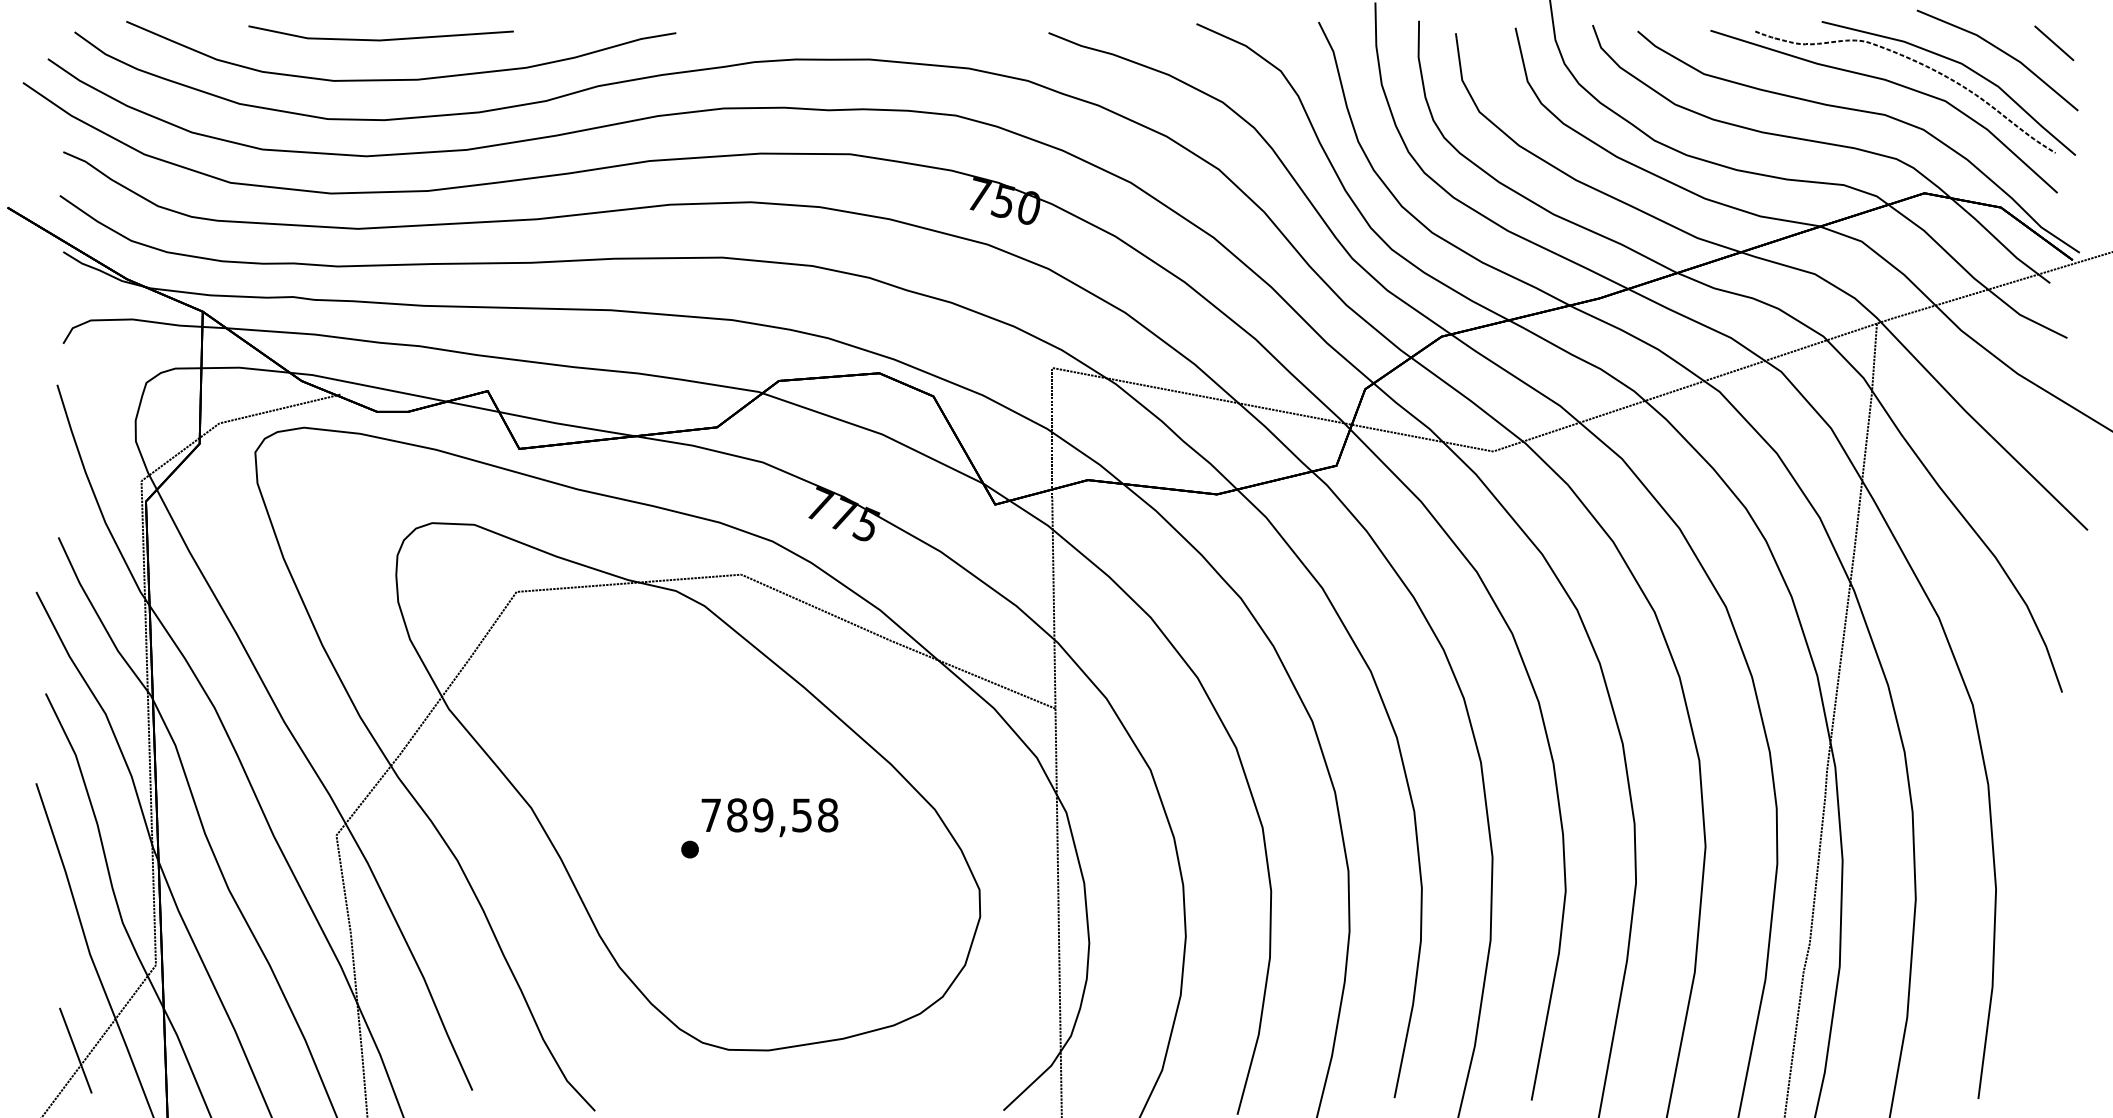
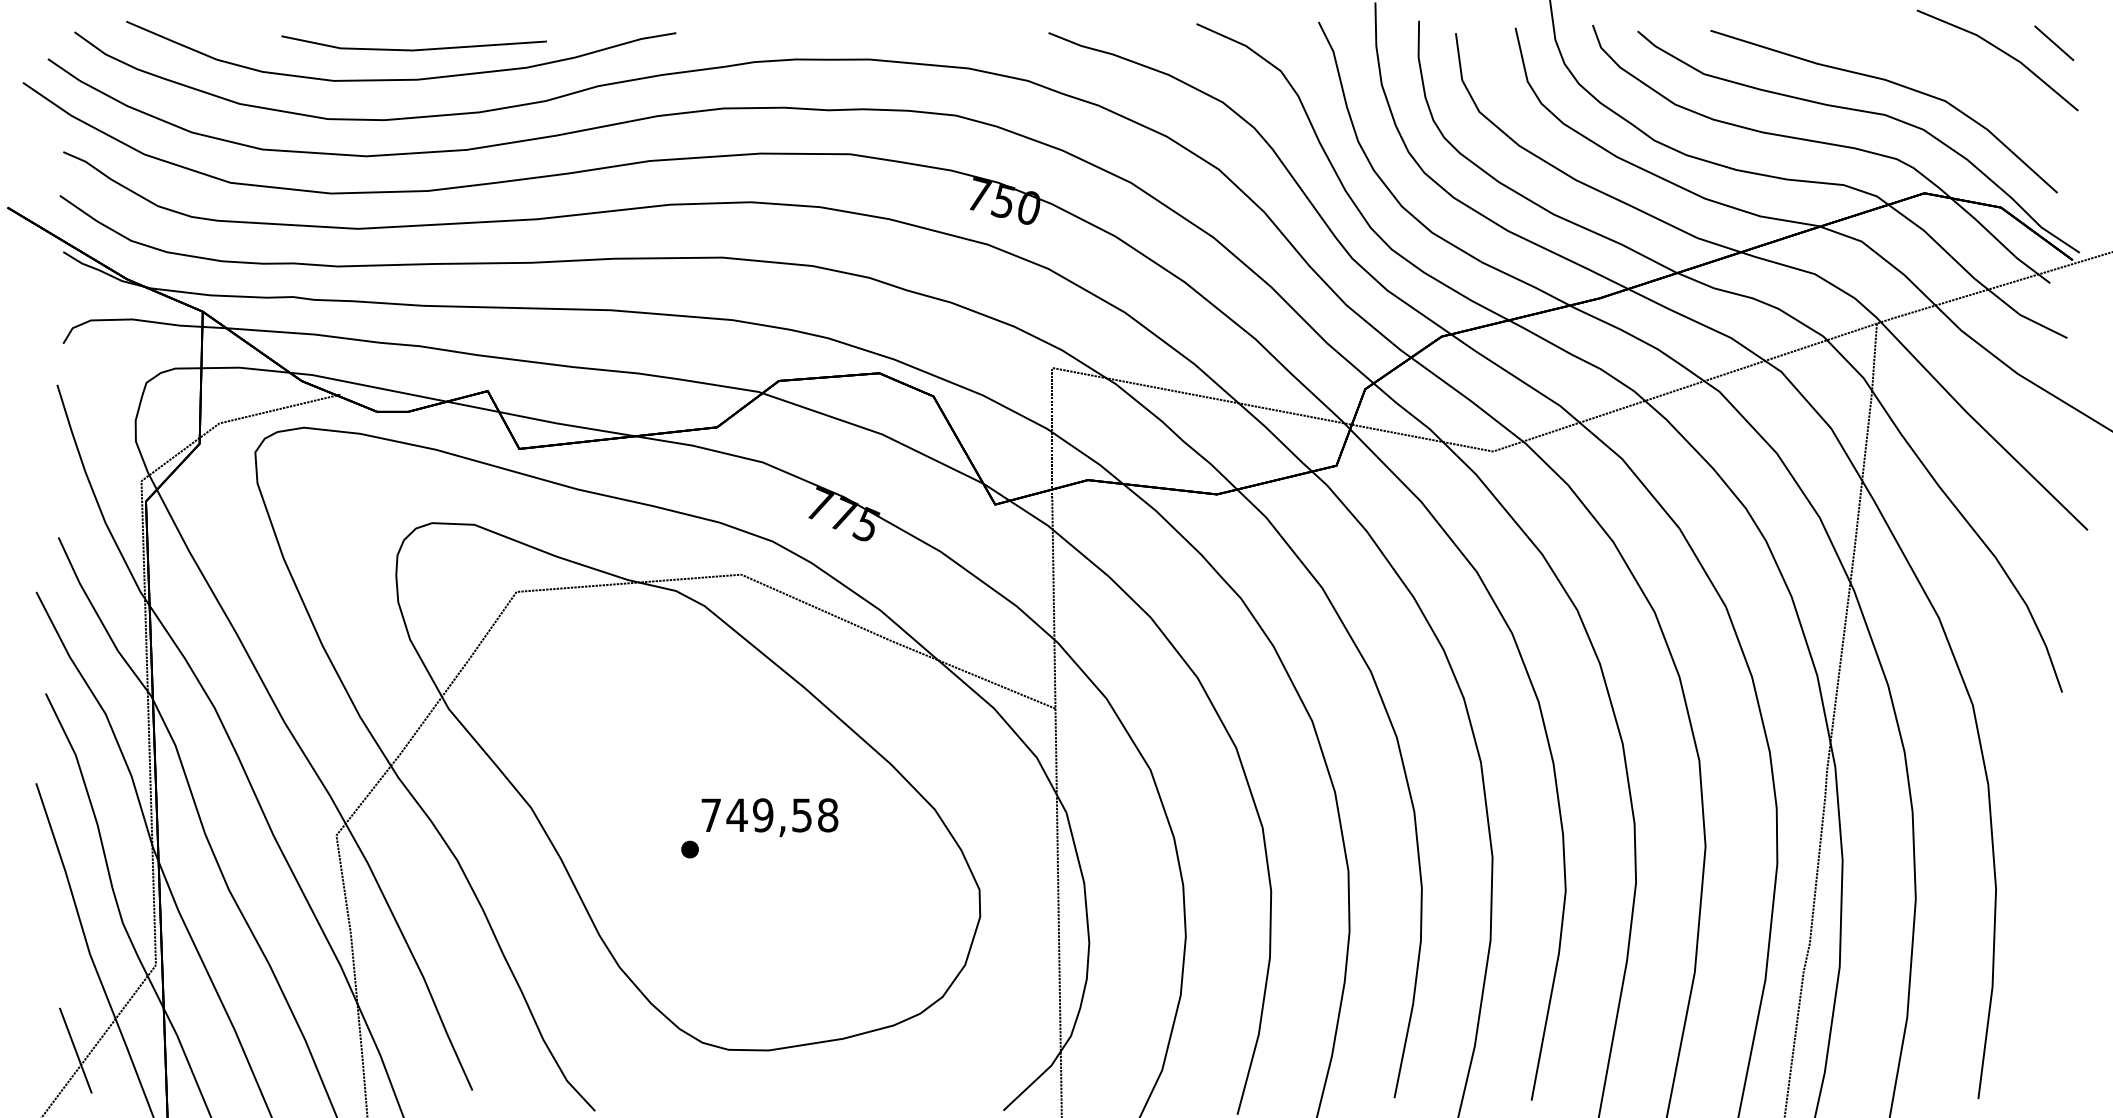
line at (380, 39) position: (380, 39) -> (413, 49)
part at (1926, 67): present -> none
text at (736, 815): 789,58 -> 749,58
